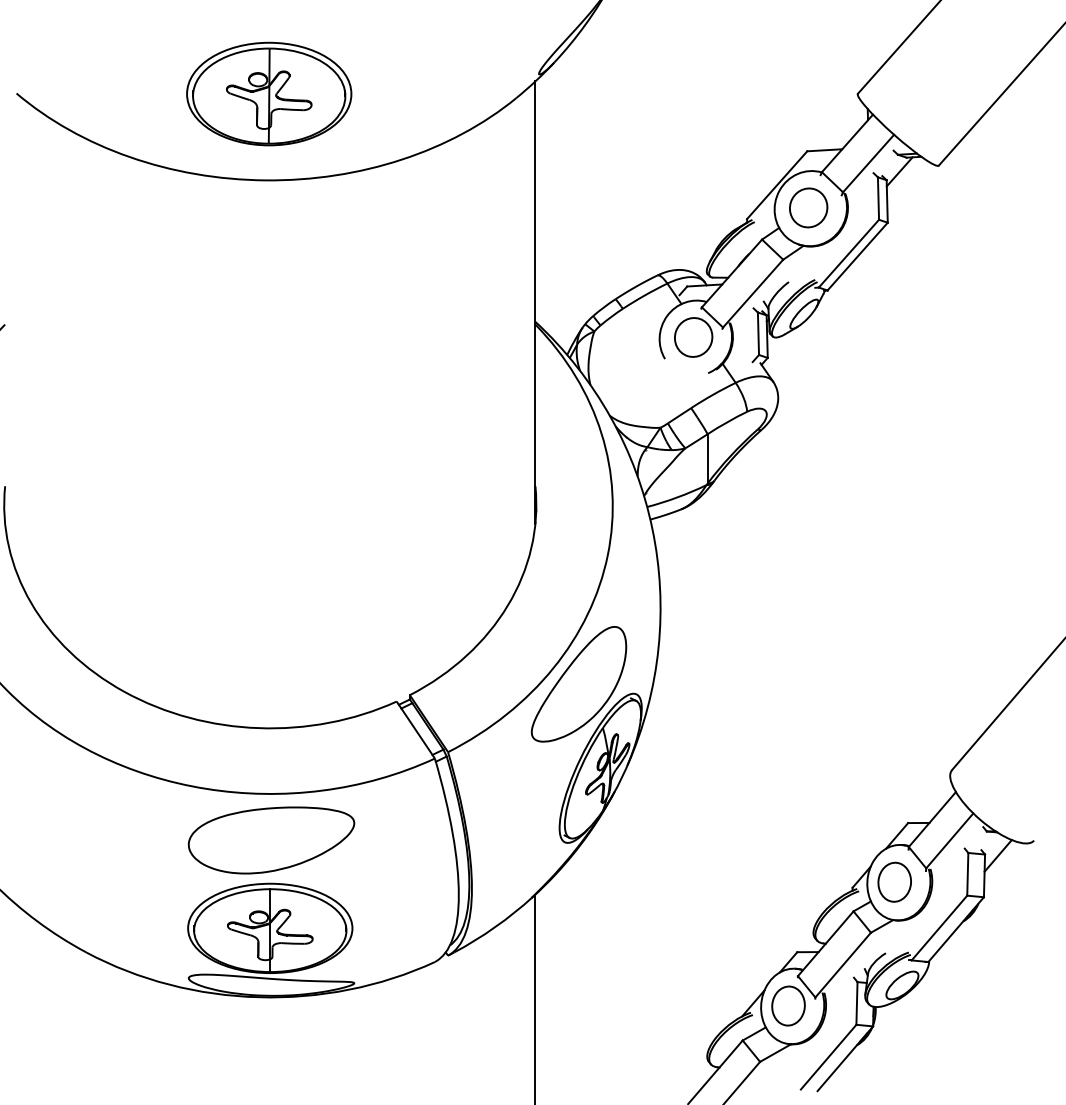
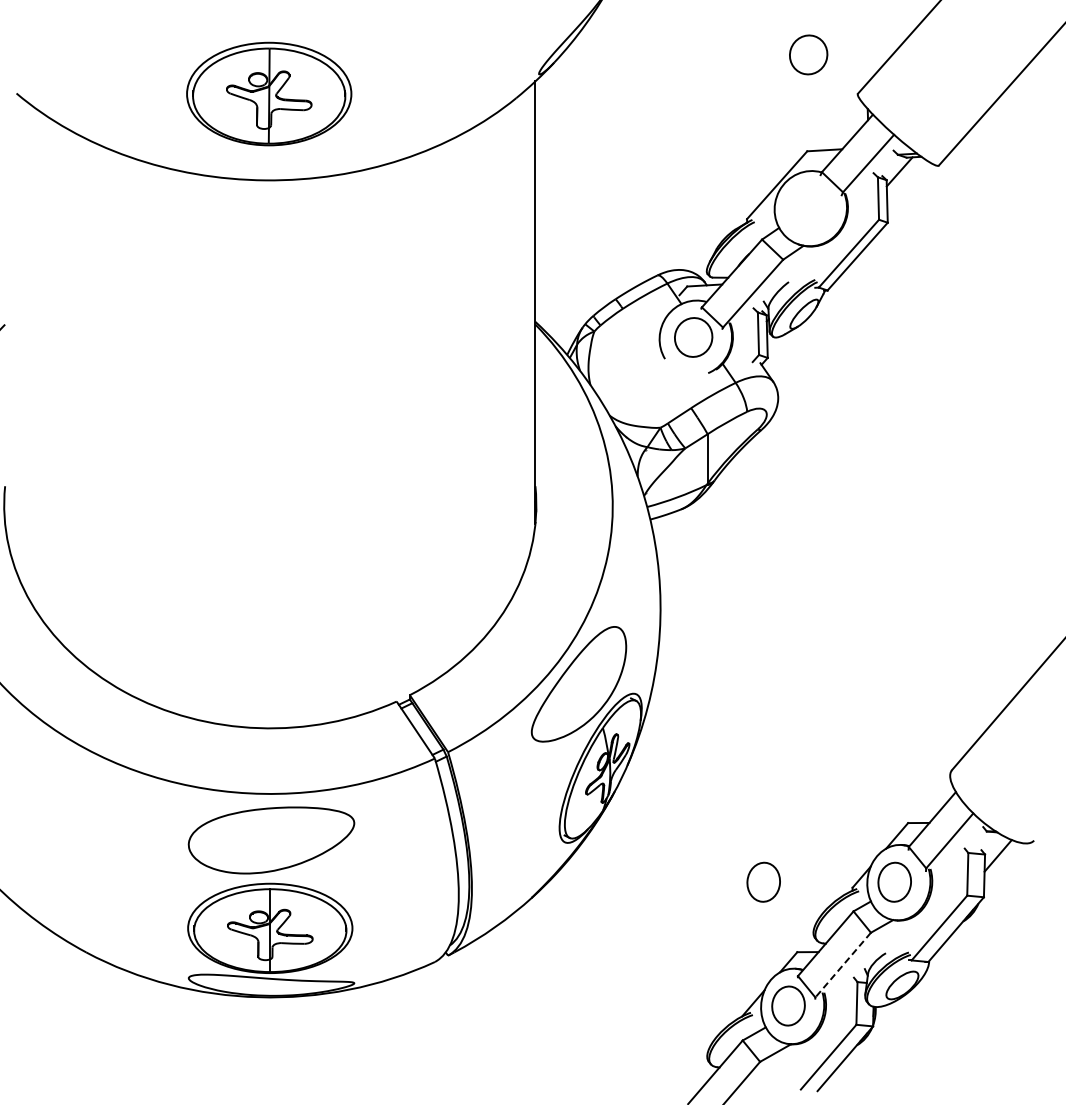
part at (808, 207) position: (808, 207) -> (808, 54)
part at (763, 881): none -> present
line at (843, 965): solid -> dashed
line at (535, 997): present -> none
